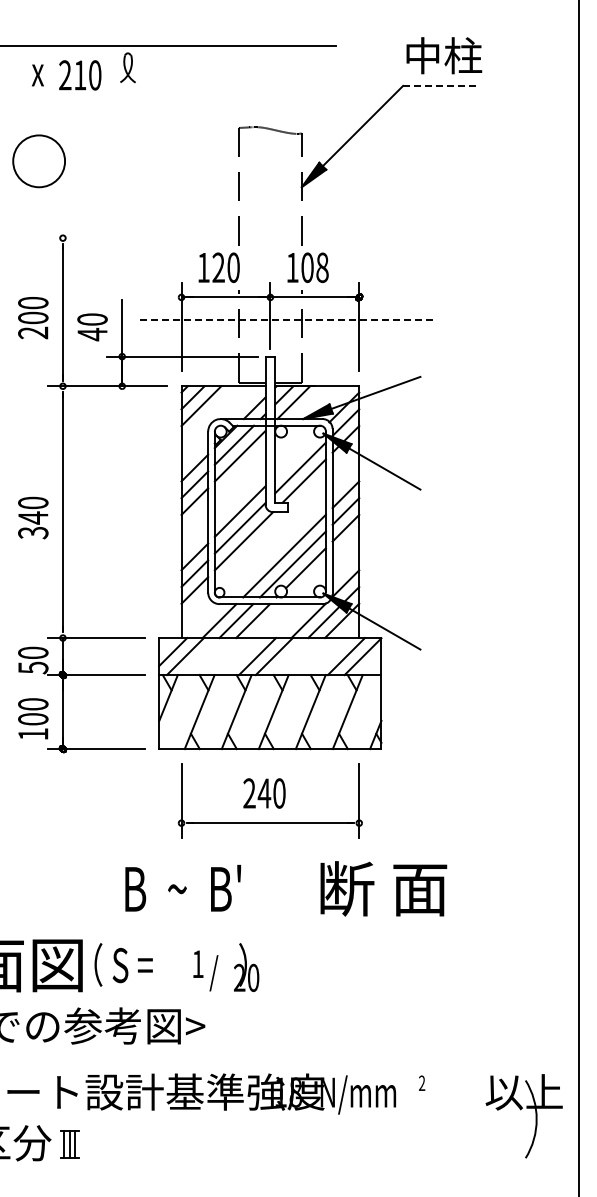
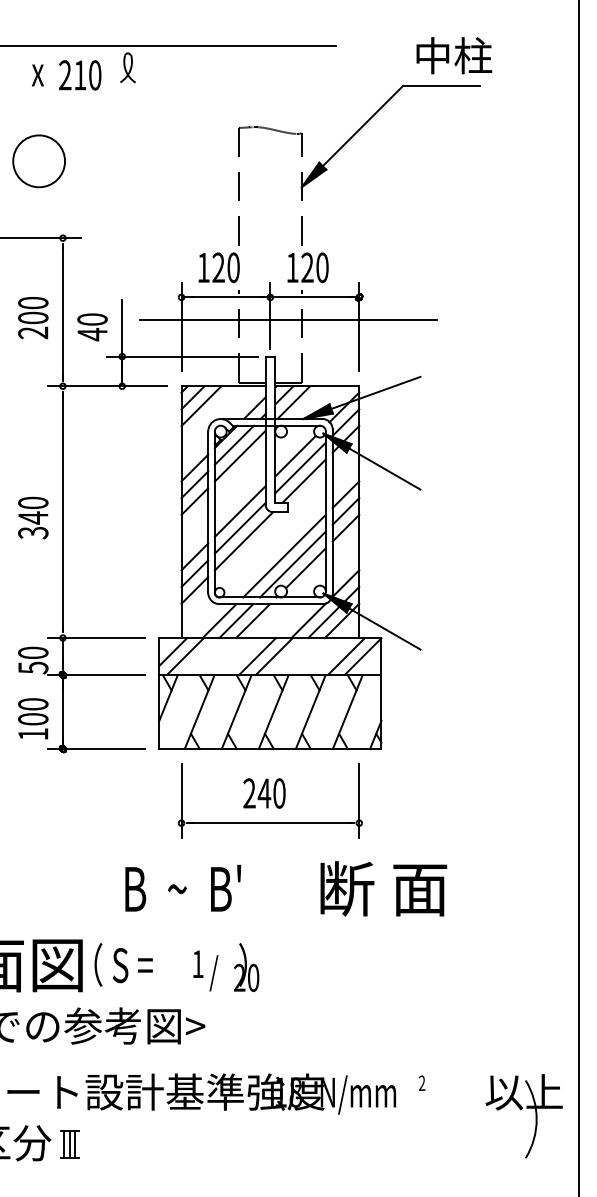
text at (444, 55) position: (444, 55) -> (454, 55)
line at (441, 85): dashed -> solid
line at (41, 238): none -> present
text at (314, 267): 108 -> 120
line at (288, 319): dashed -> solid
line at (295, 455): none -> present
